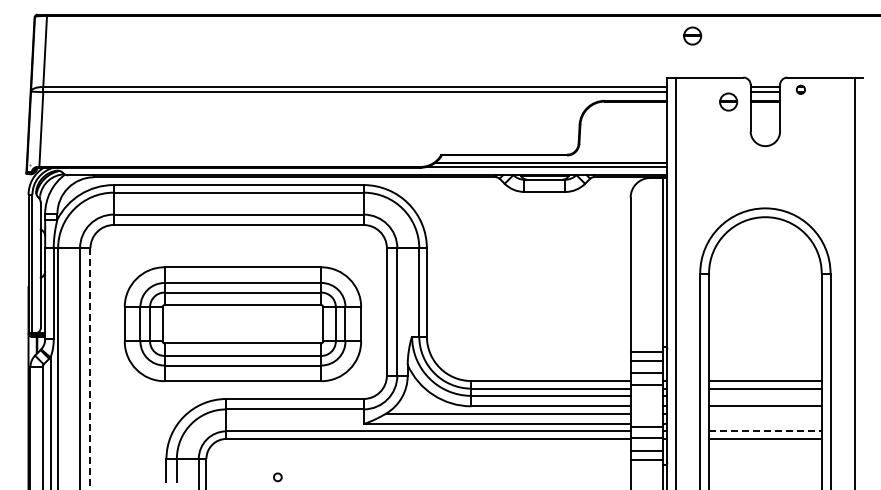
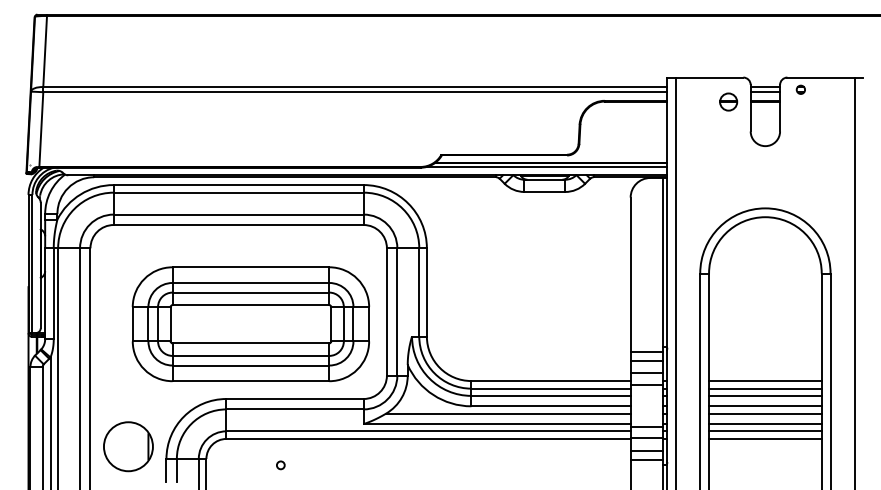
part at (692, 35): present -> none
part at (242, 324) position: (242, 324) -> (250, 324)
line at (90, 369): dashed -> solid
line at (765, 395): none -> present
line at (765, 413): none -> present
line at (765, 424): none -> present
line at (765, 431): dashed -> solid
part at (128, 446): none -> present
circle at (277, 477) position: (277, 477) -> (280, 465)
